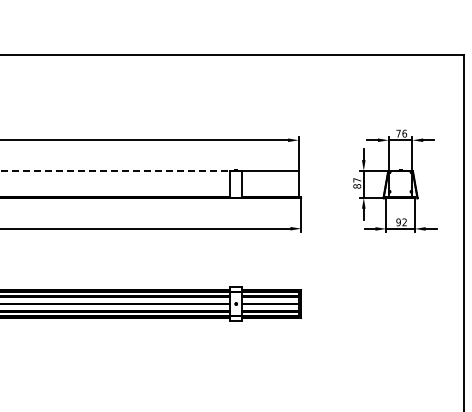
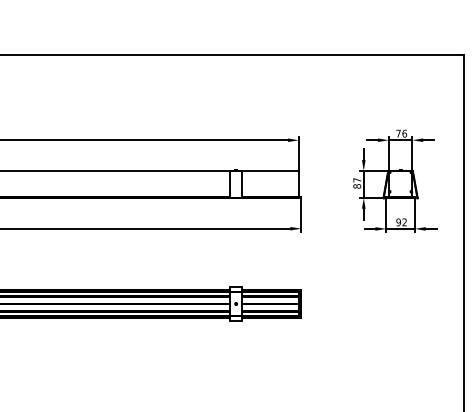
line at (115, 171): dashed -> solid
